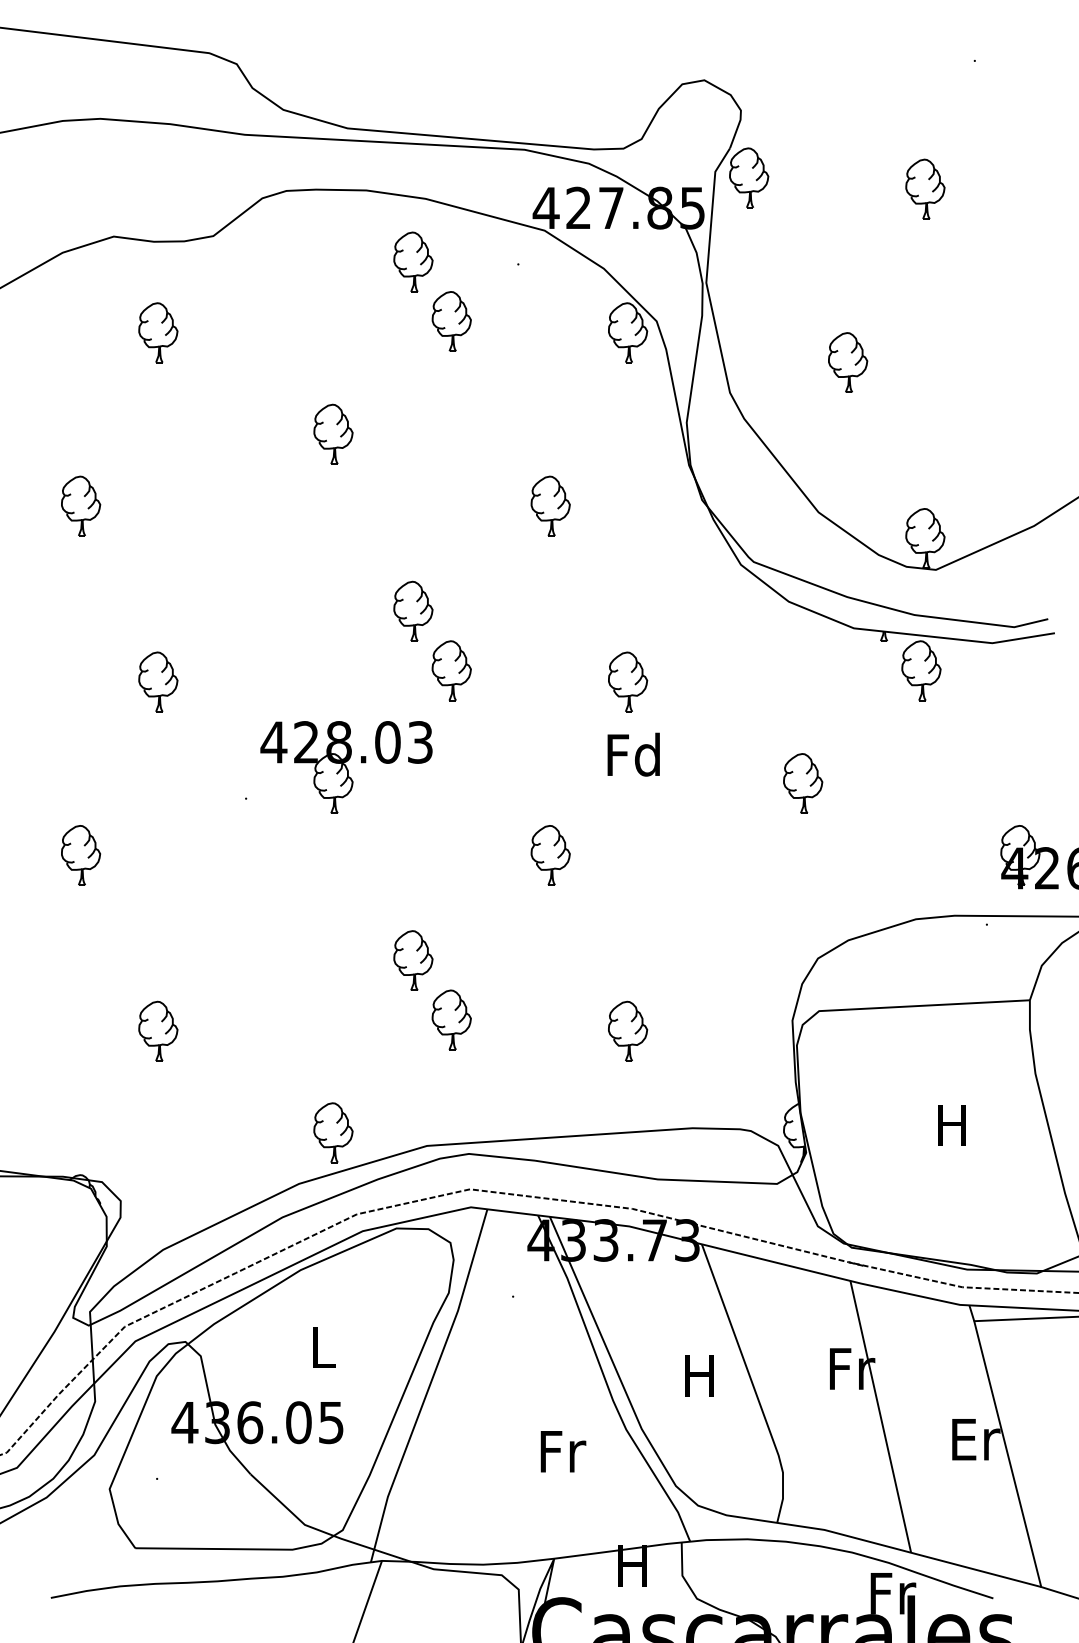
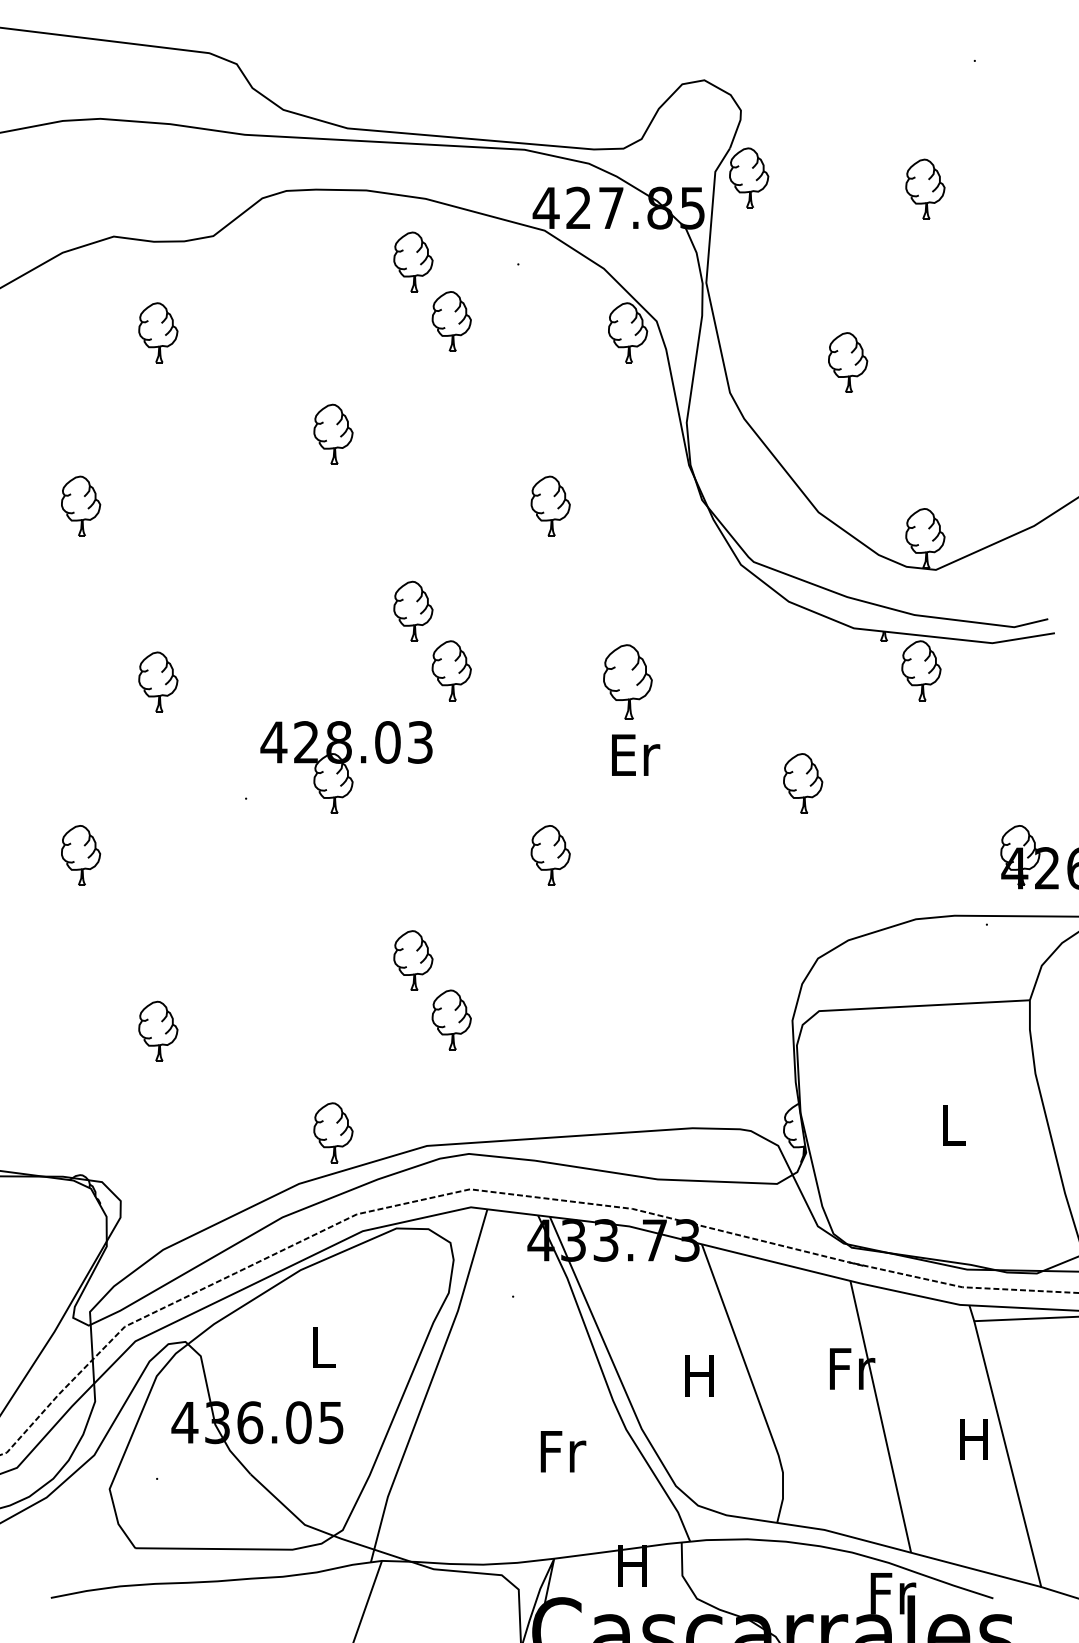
part at (628, 681) size: 41x62 px -> 50x76 px
text at (633, 754): Fd -> Er
part at (628, 1030): present -> none
text at (951, 1125): H -> L
text at (976, 1439): Er -> H
